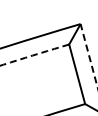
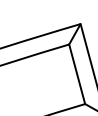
arc at (34, 55): dashed -> solid
line at (89, 55): dashed -> solid
